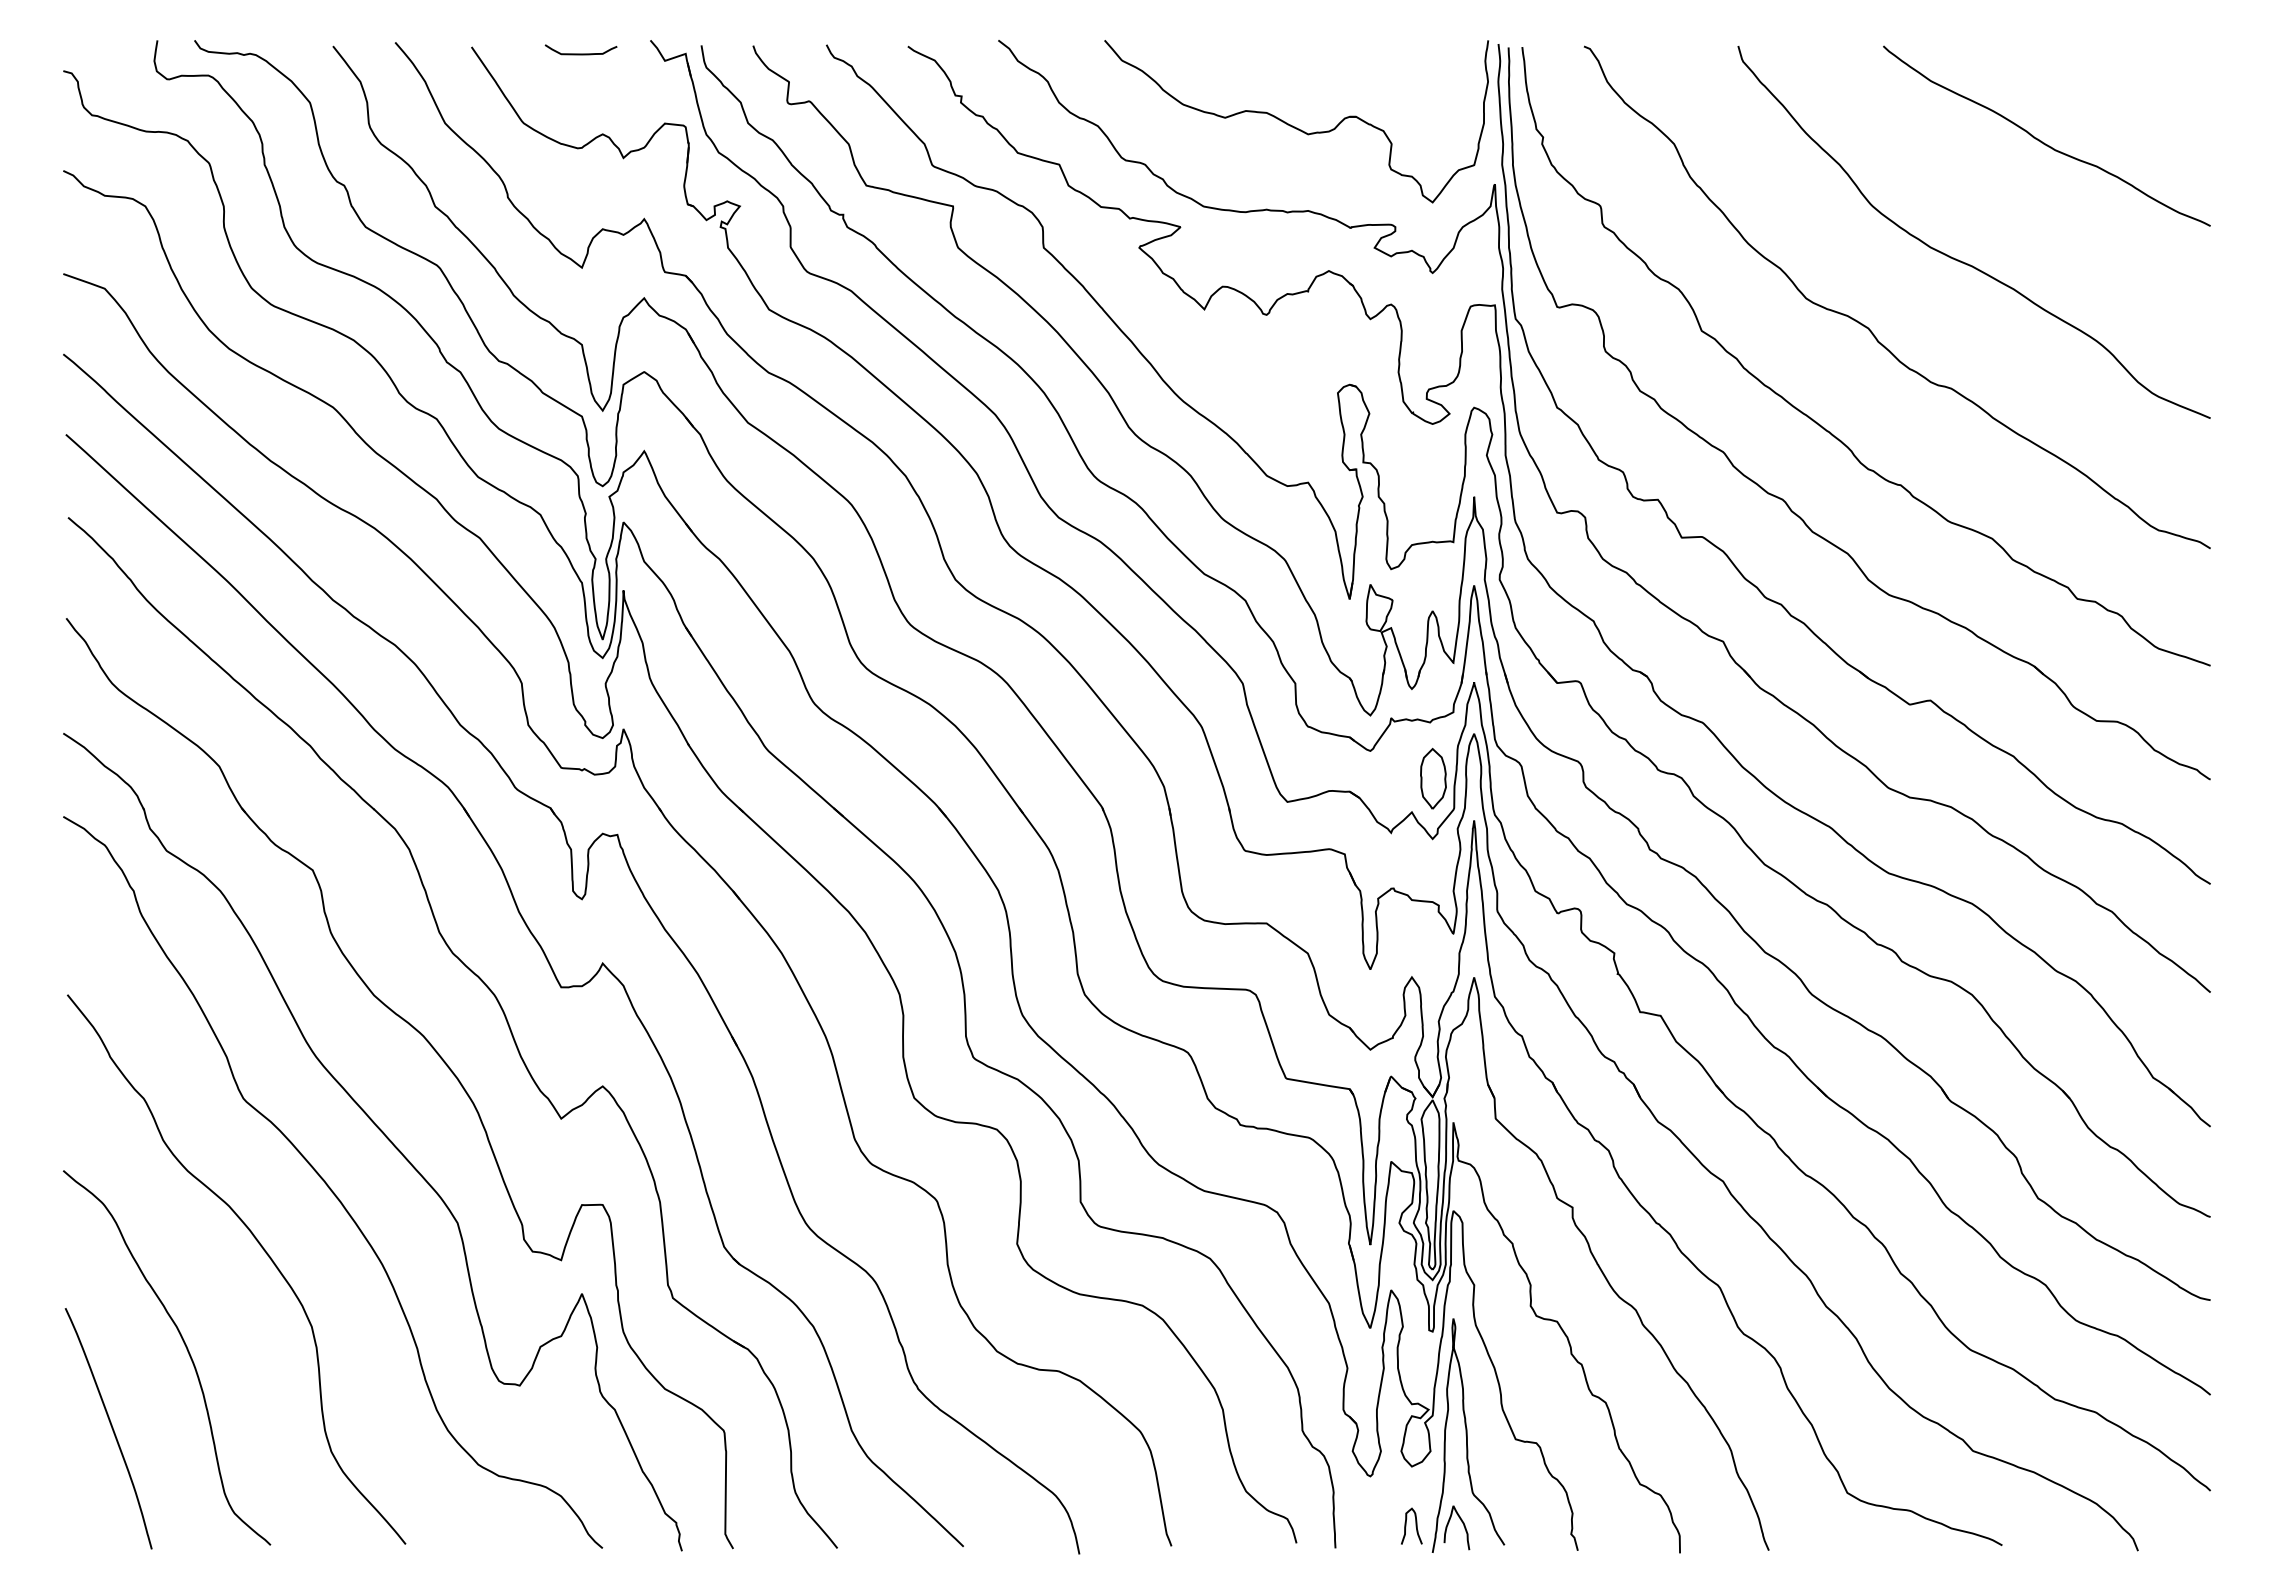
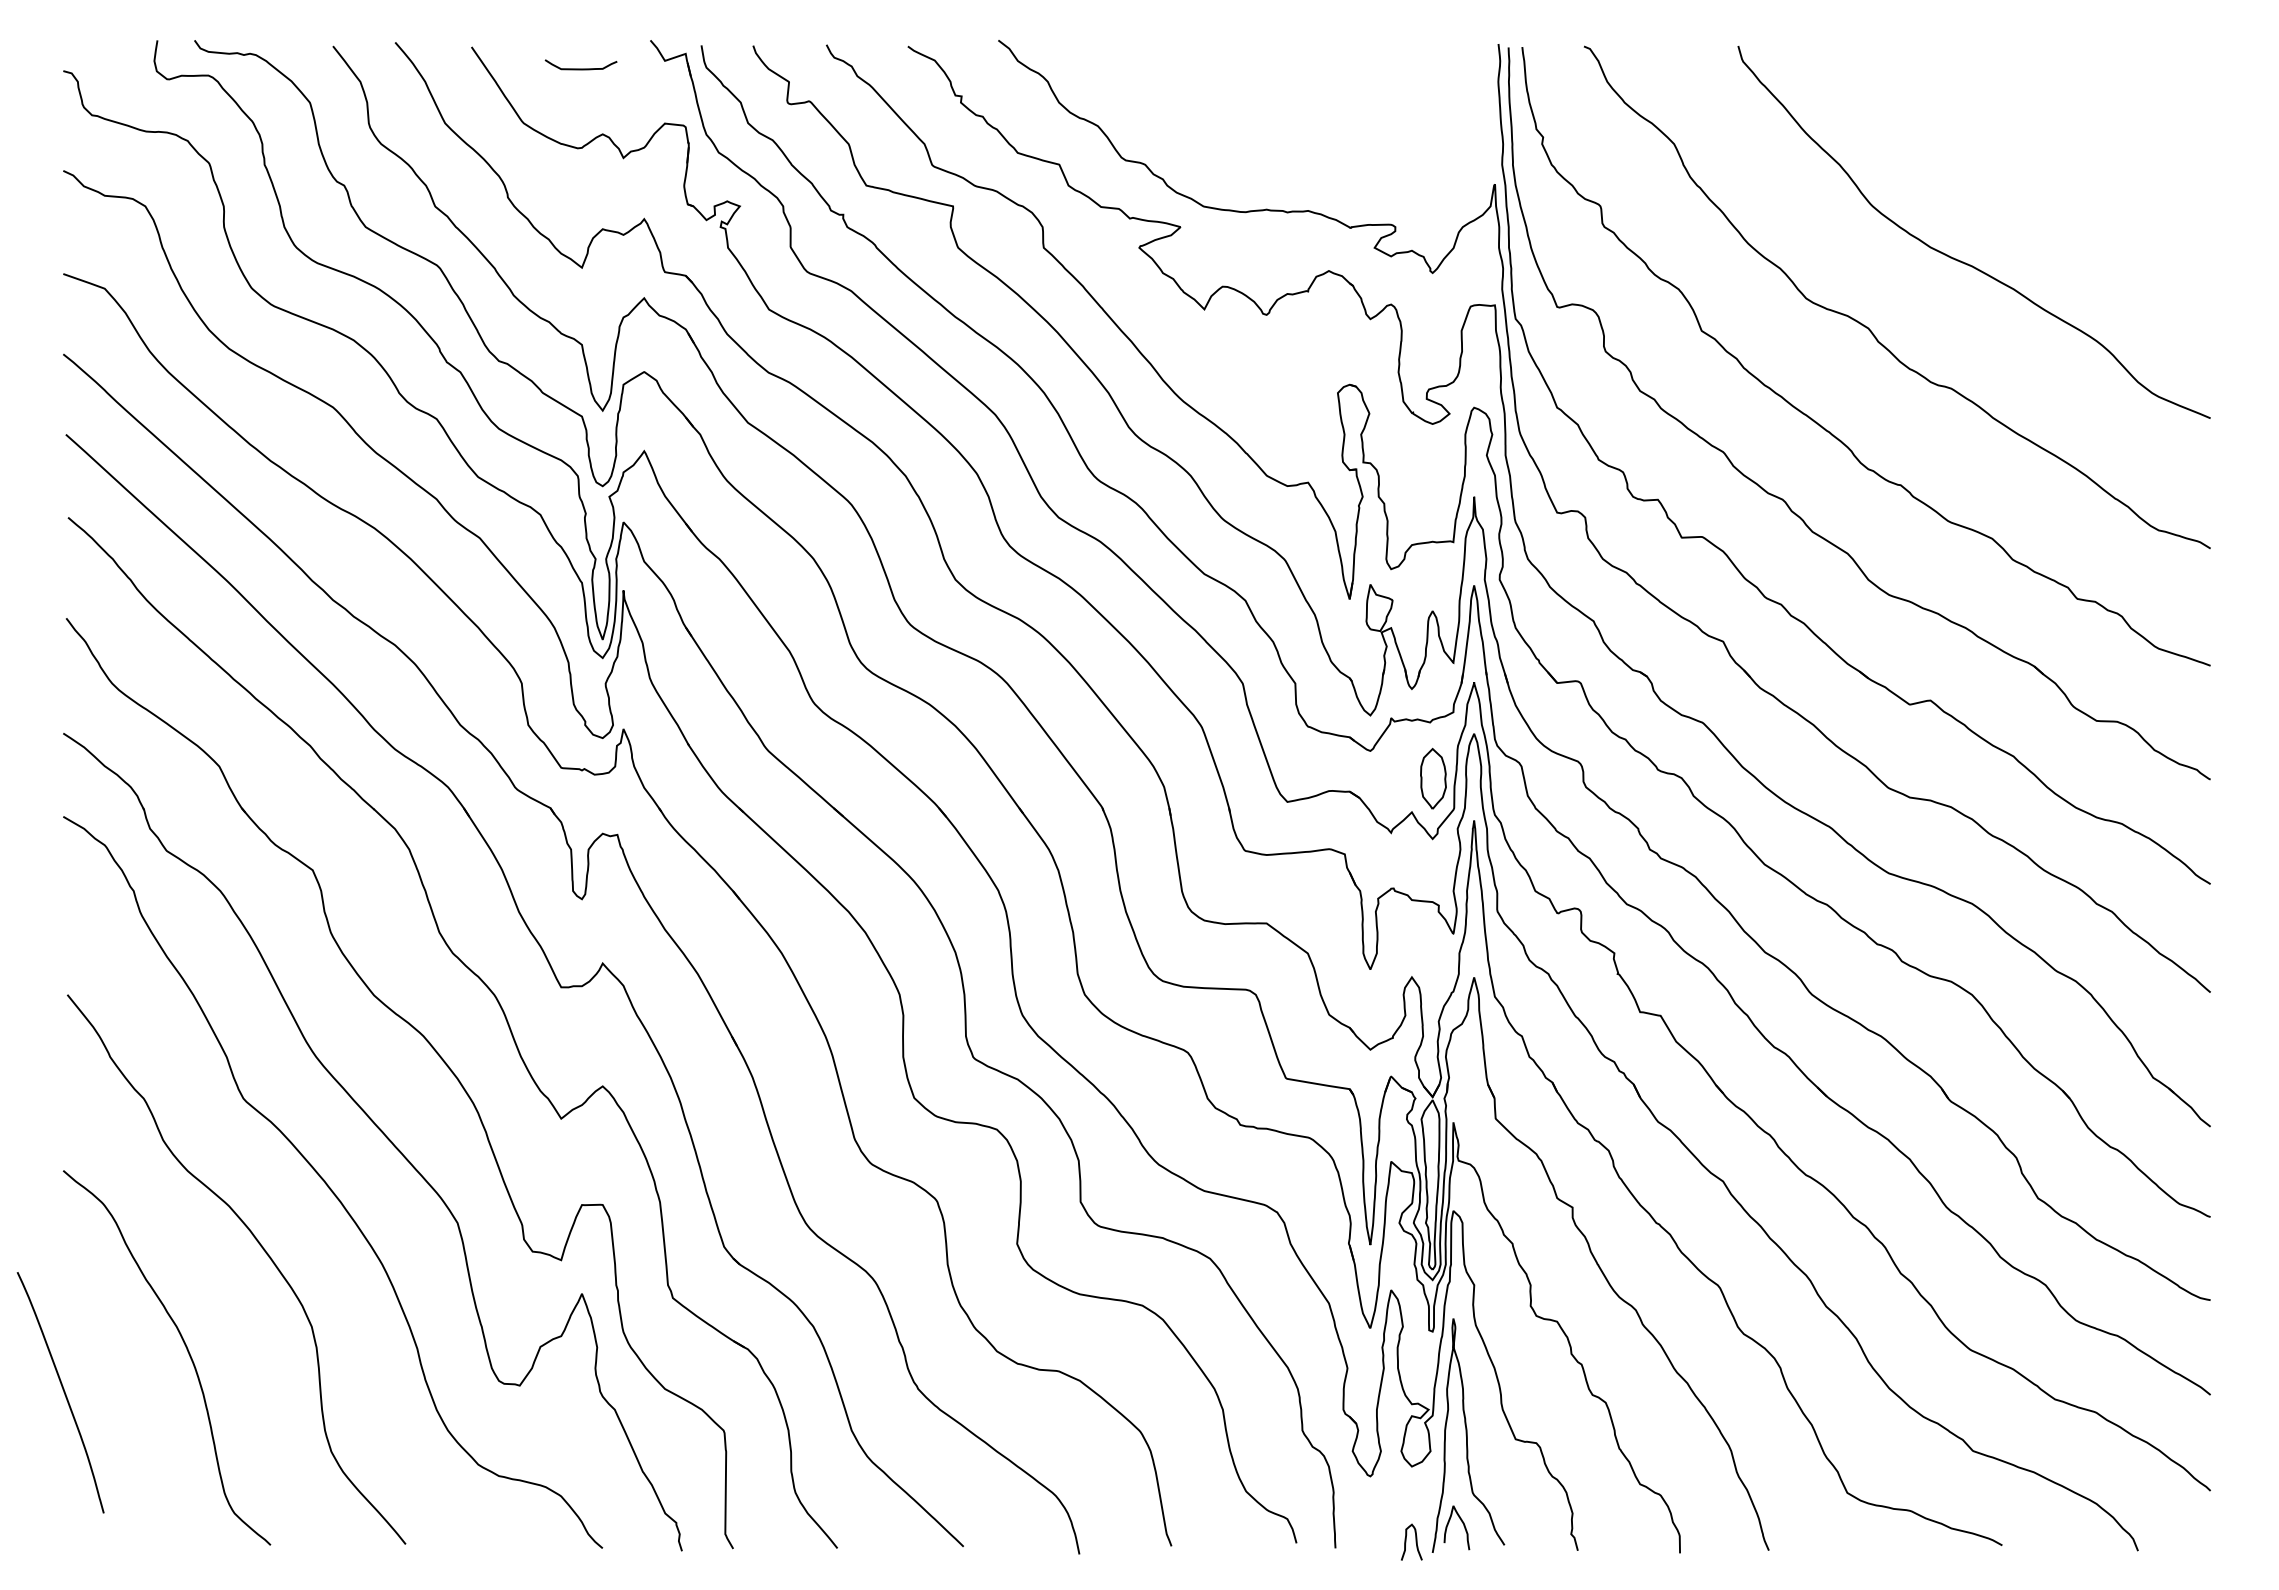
curve at (580, 53) position: (580, 53) -> (580, 68)
part at (1296, 121): present -> none
curve at (2041, 140): present -> none
curve at (111, 1428) position: (111, 1428) -> (63, 1392)
curve at (1415, 1525) position: (1415, 1525) -> (1415, 1541)
